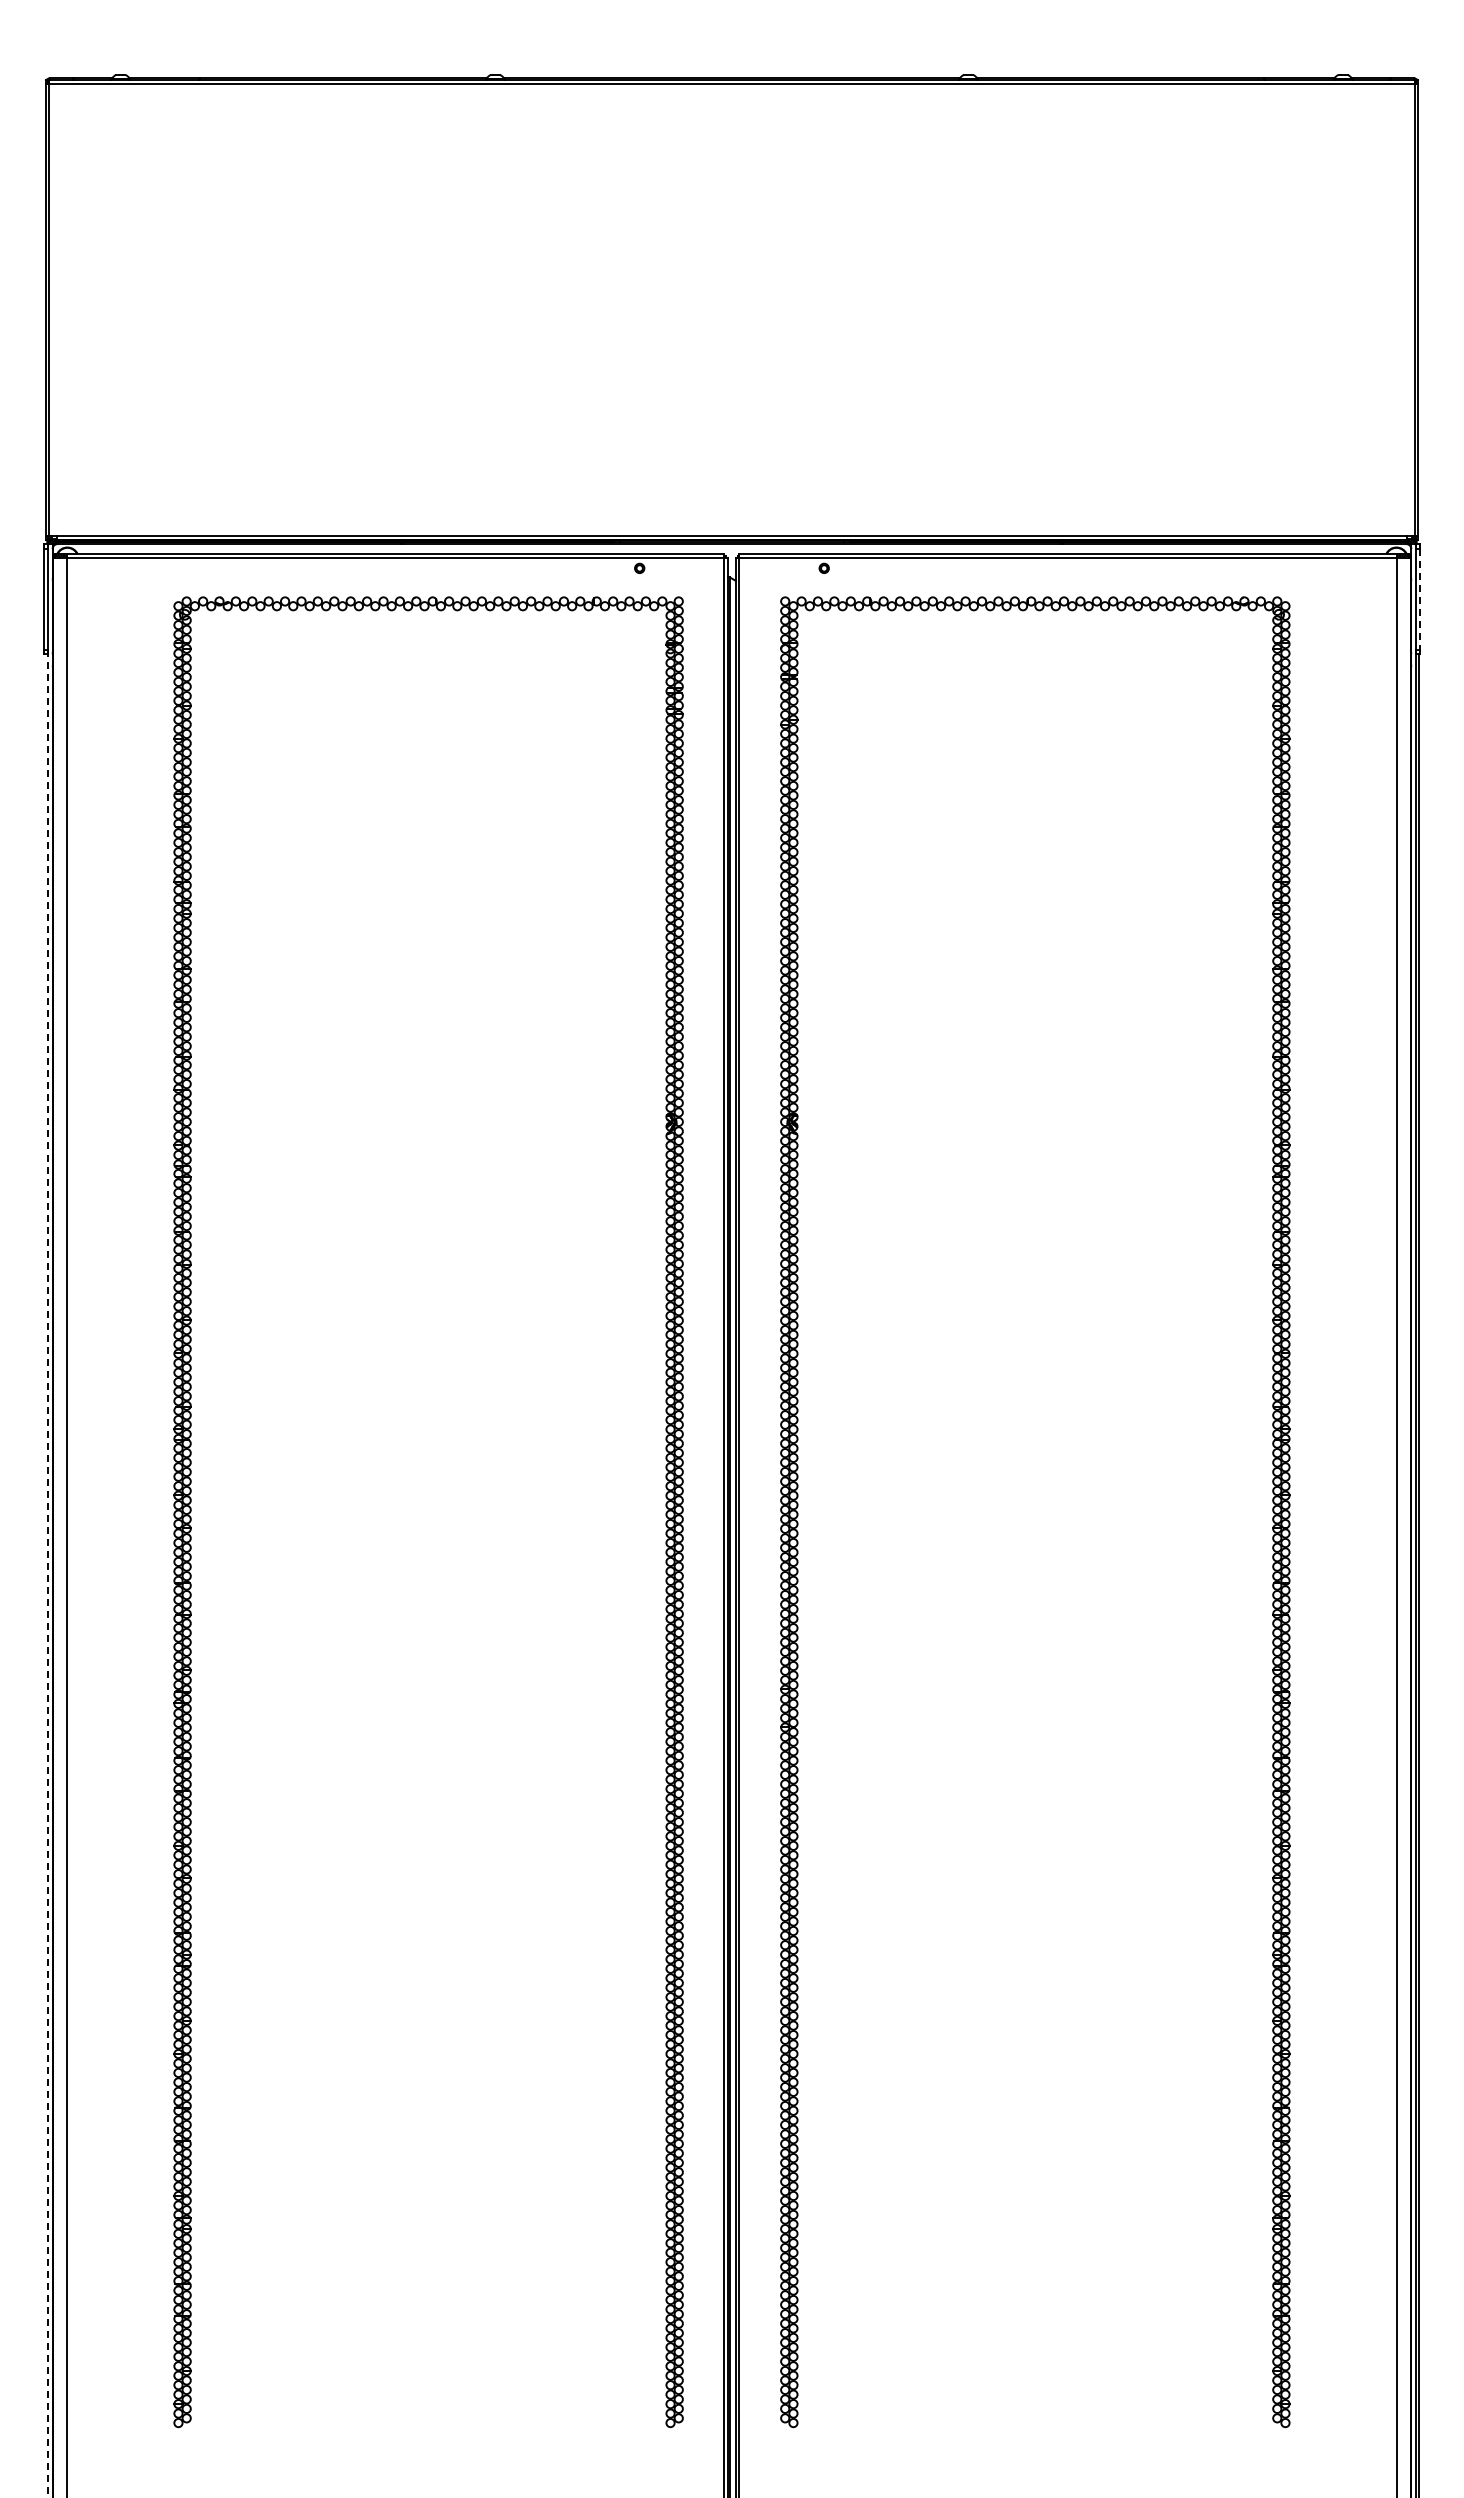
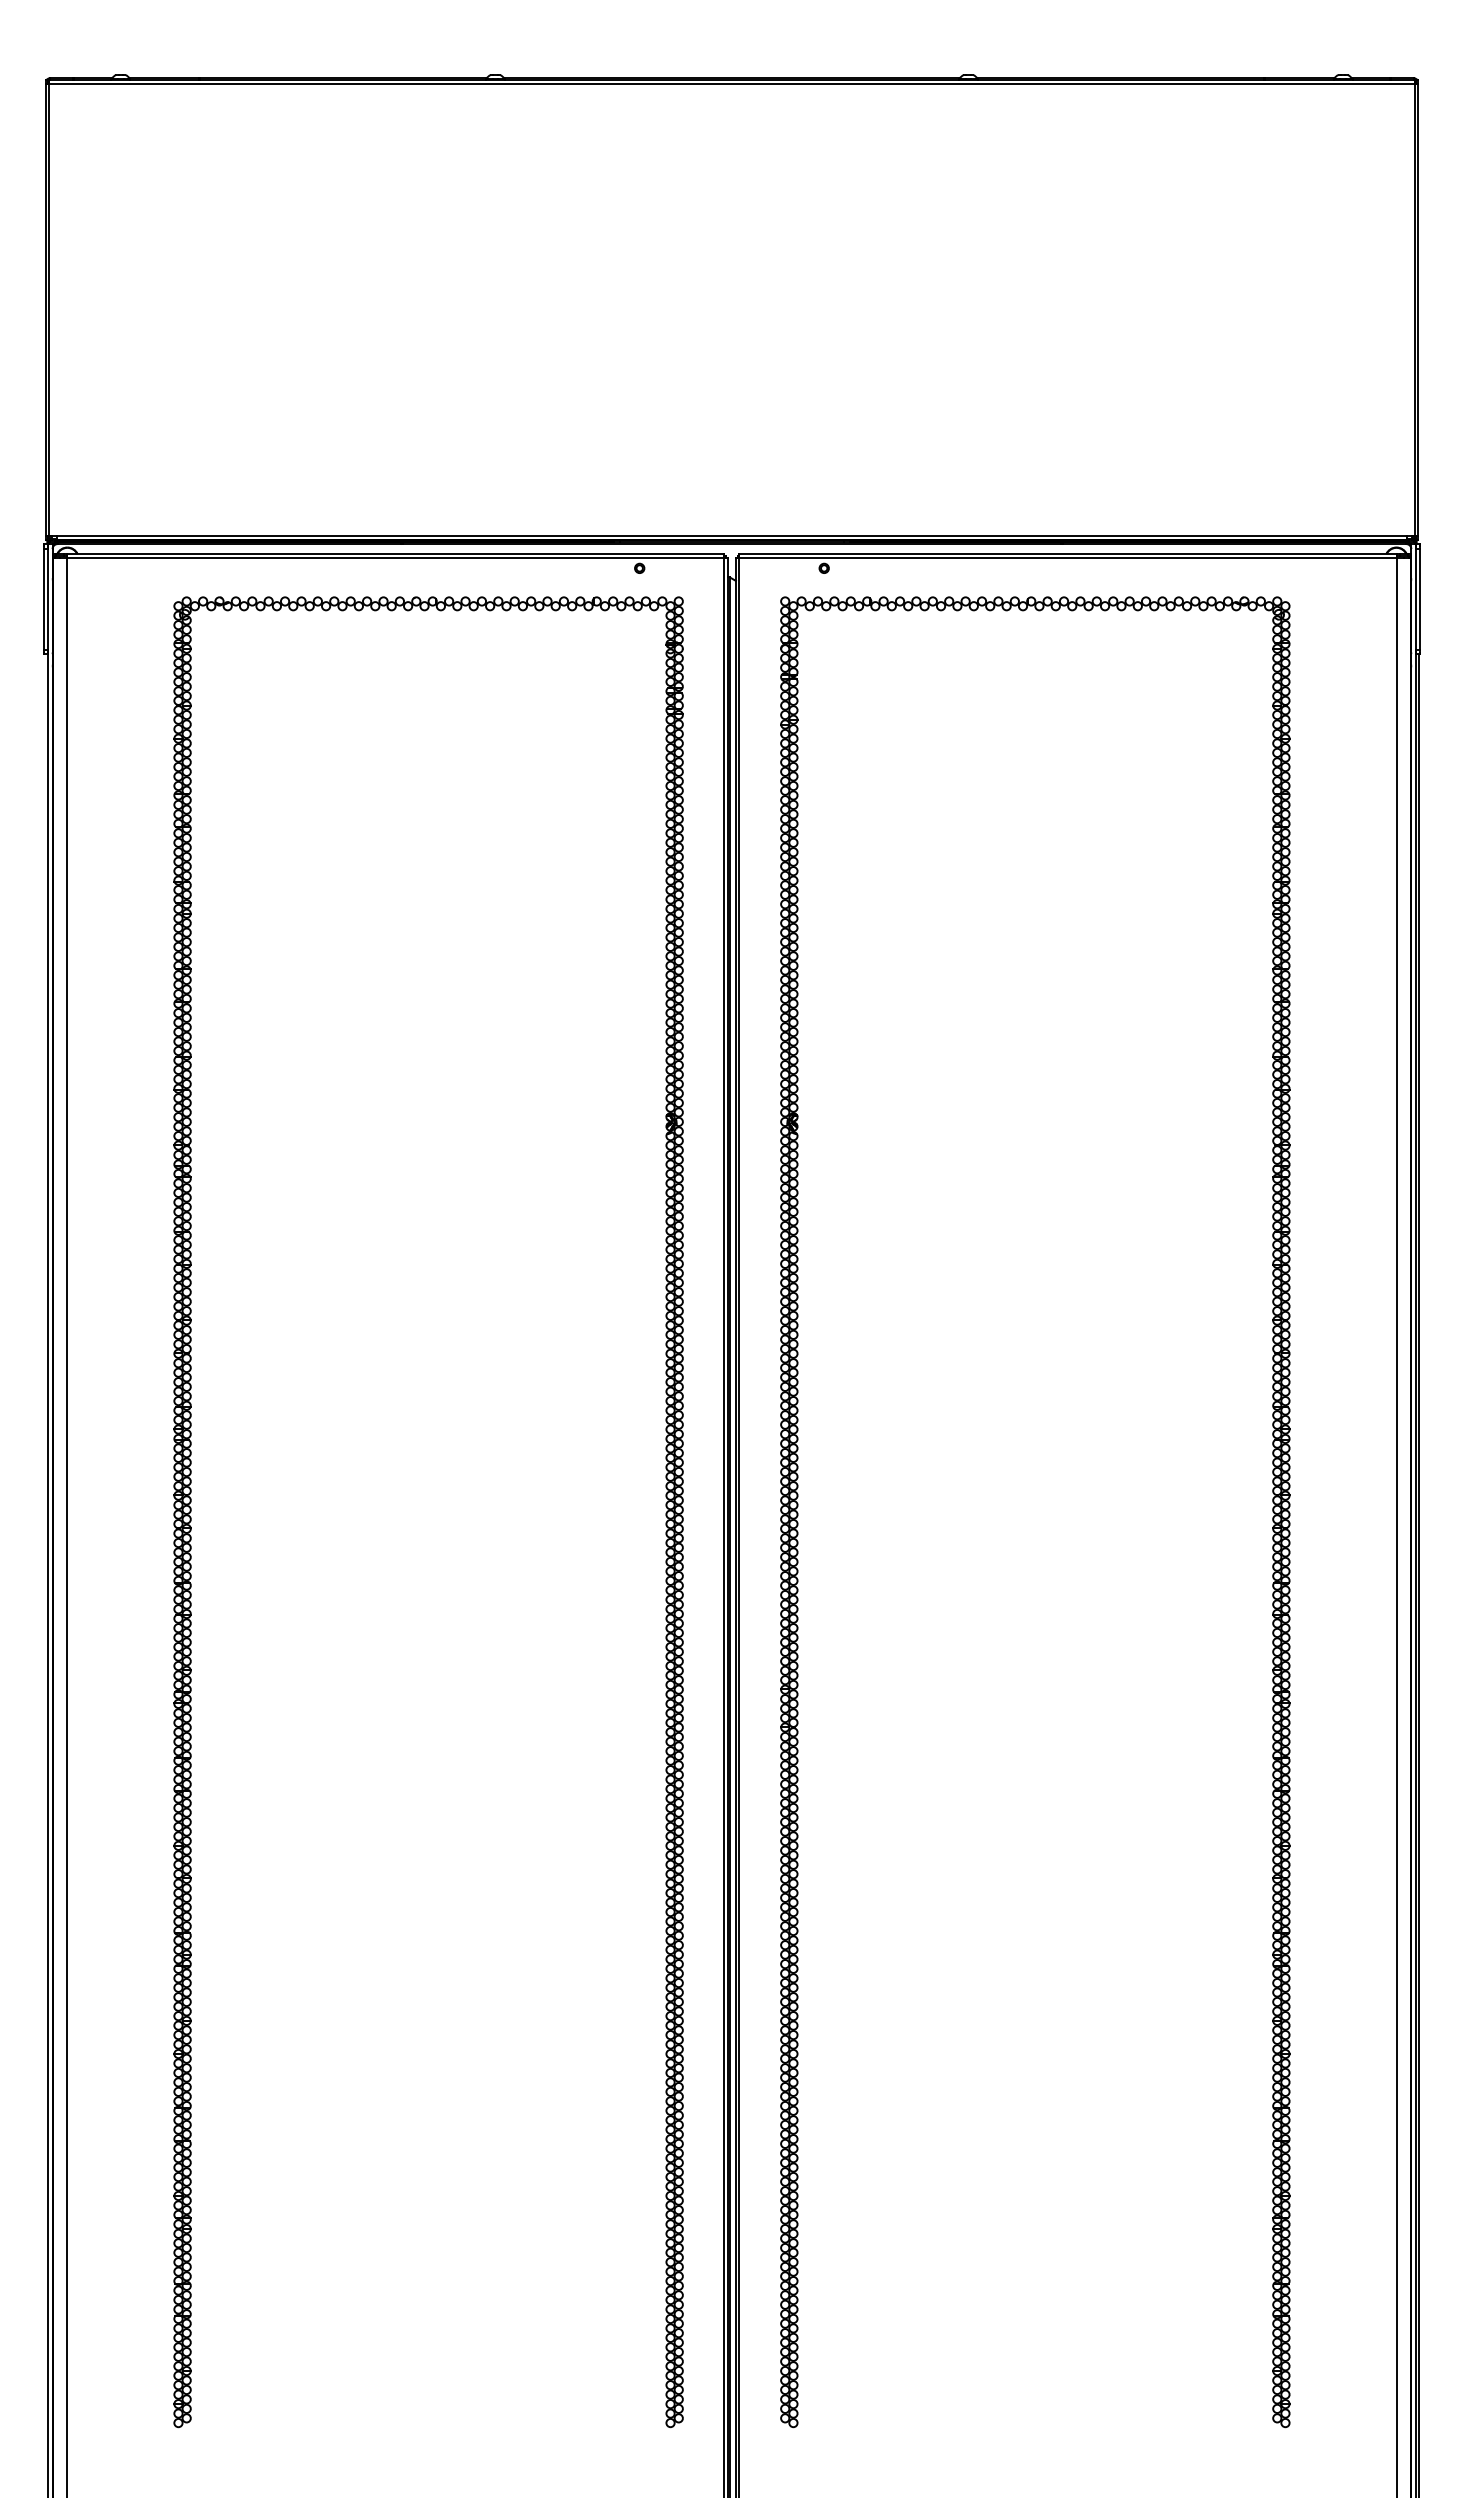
line at (1420, 599): dashed -> solid
line at (47, 1573): dashed -> solid
